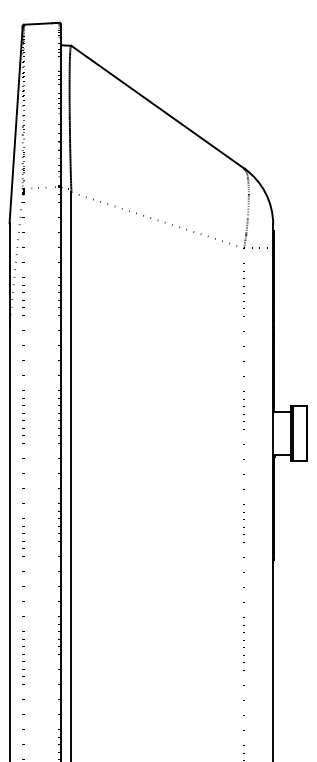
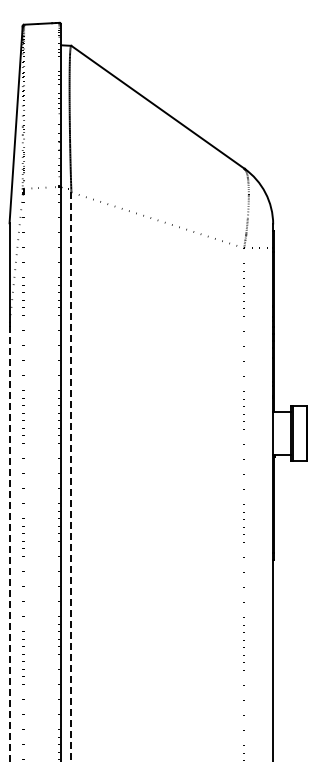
line at (71, 477): solid -> dashed
line at (9, 543): solid -> dashed
